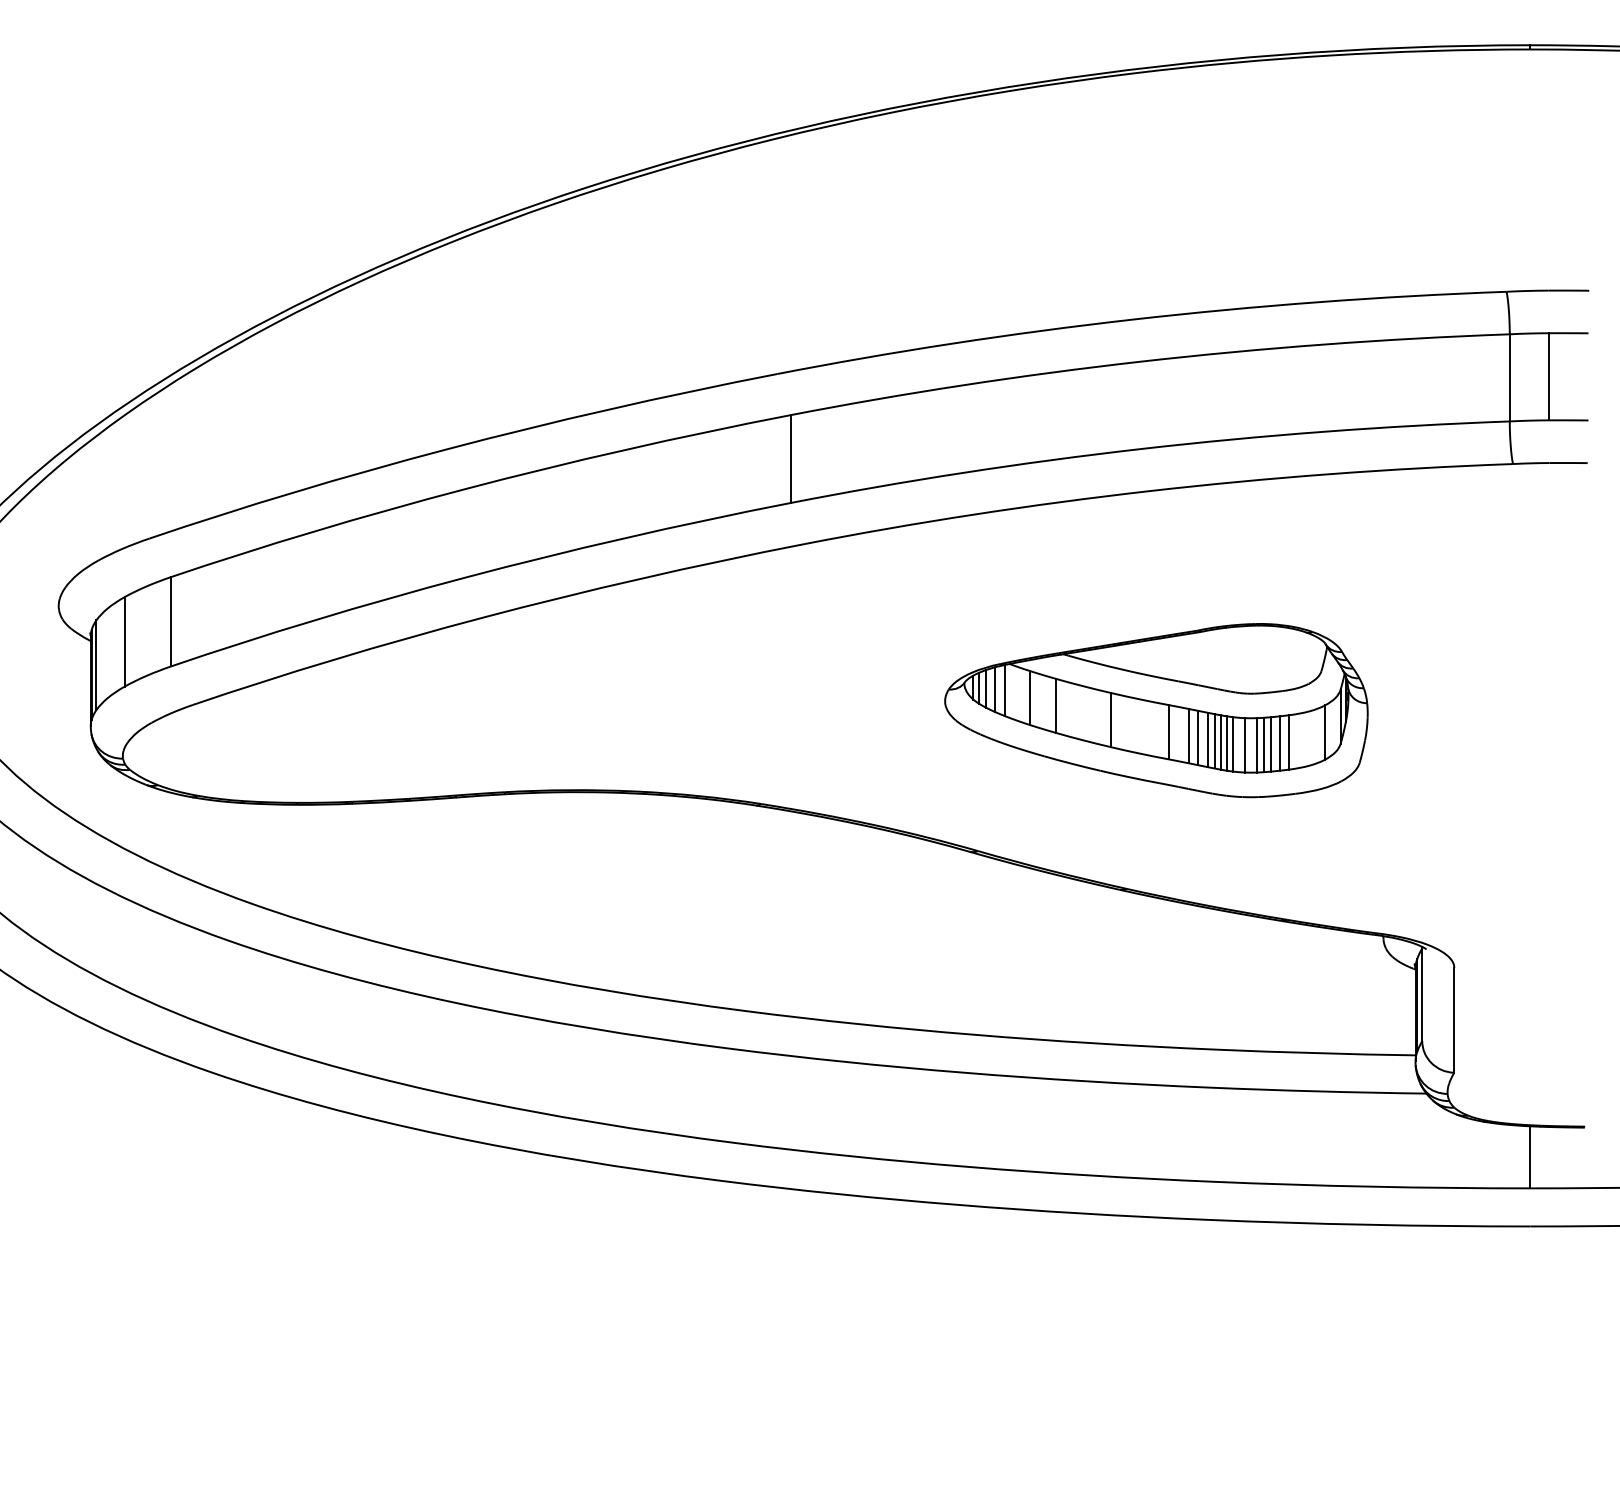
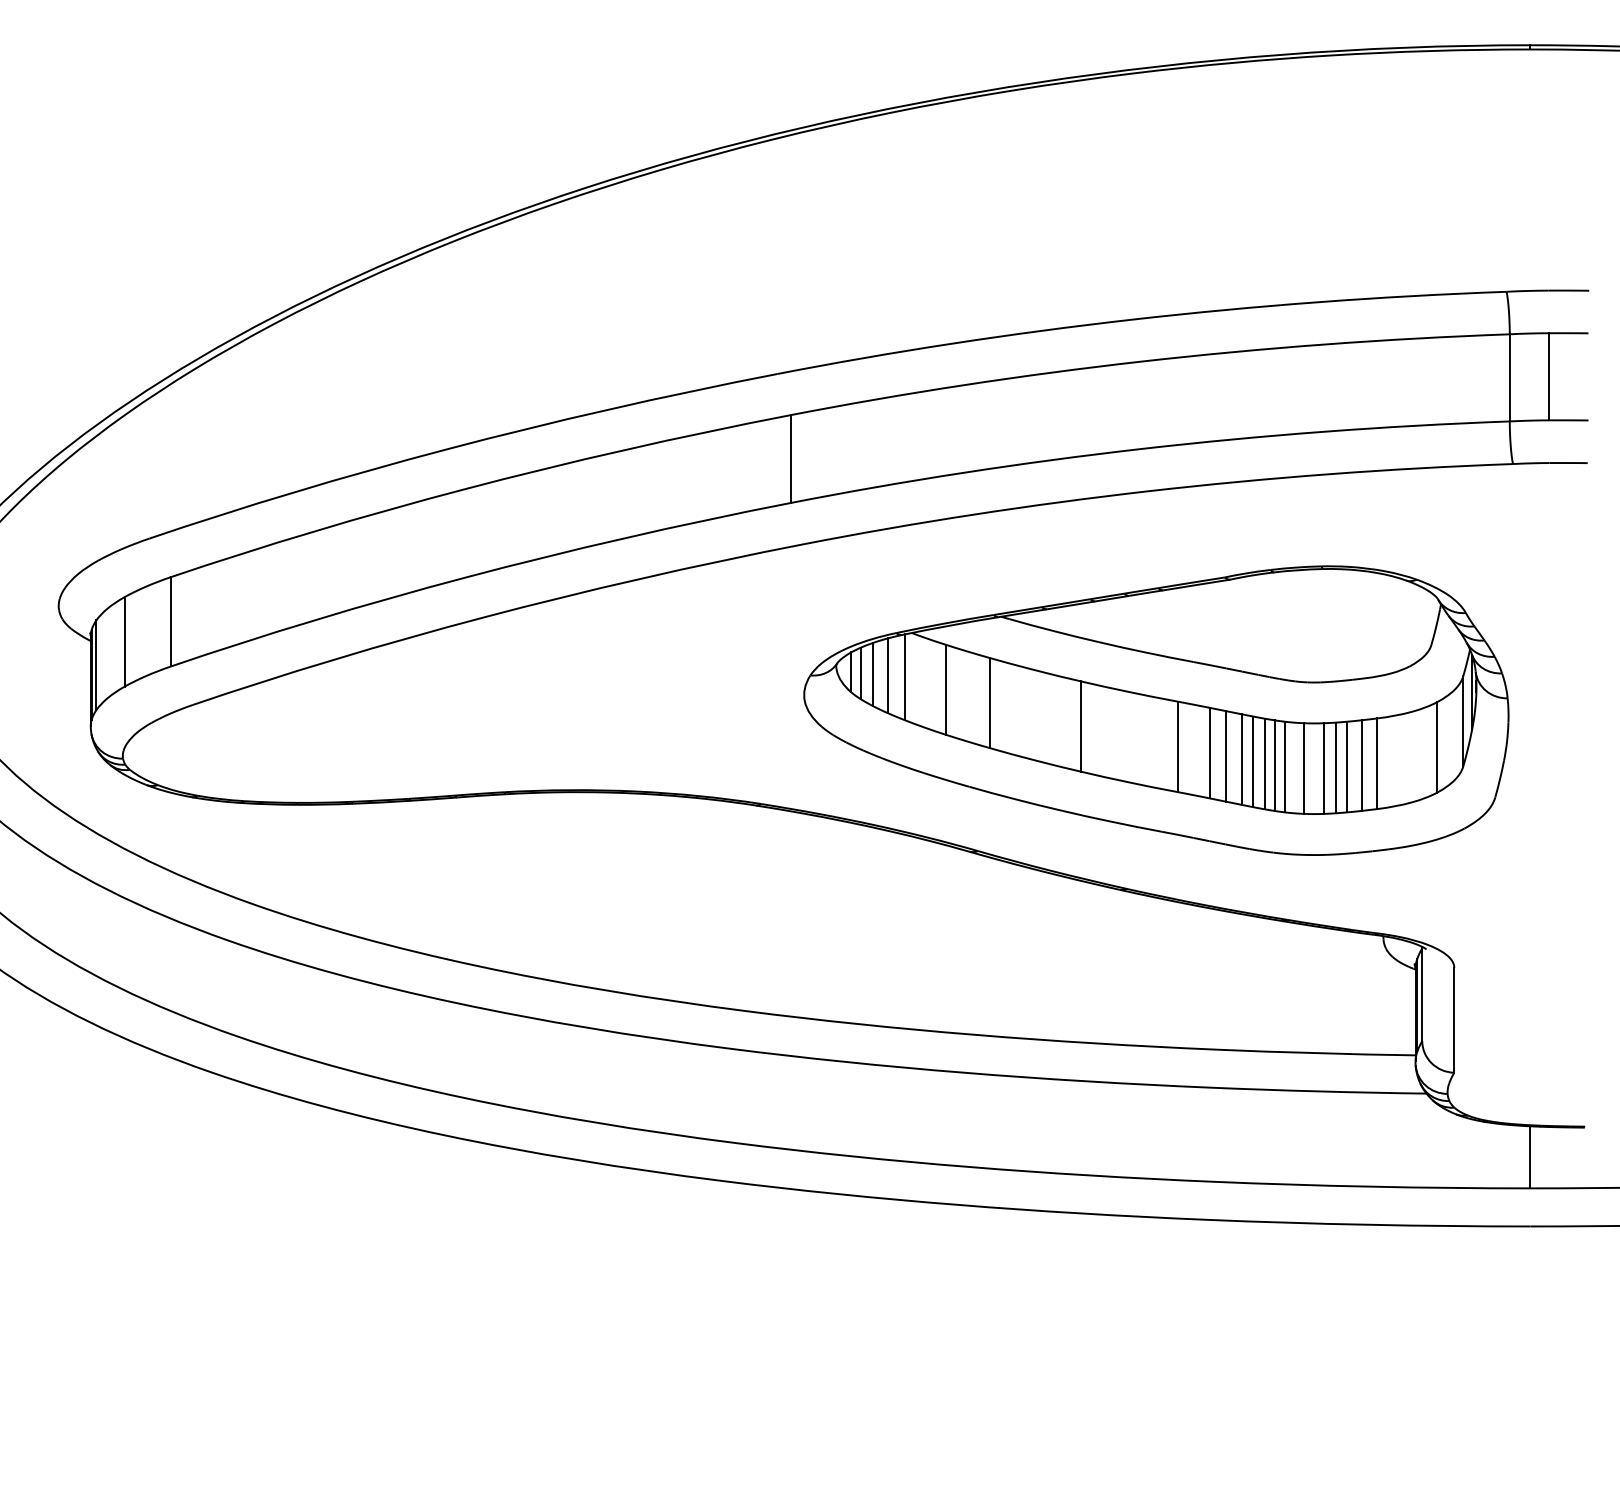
part at (1156, 710) size: 425x176 px -> 707x291 px
